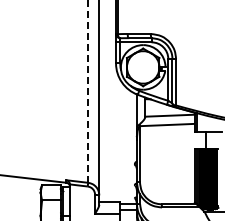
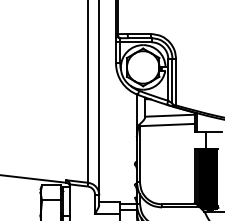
line at (88, 90): dashed -> solid
